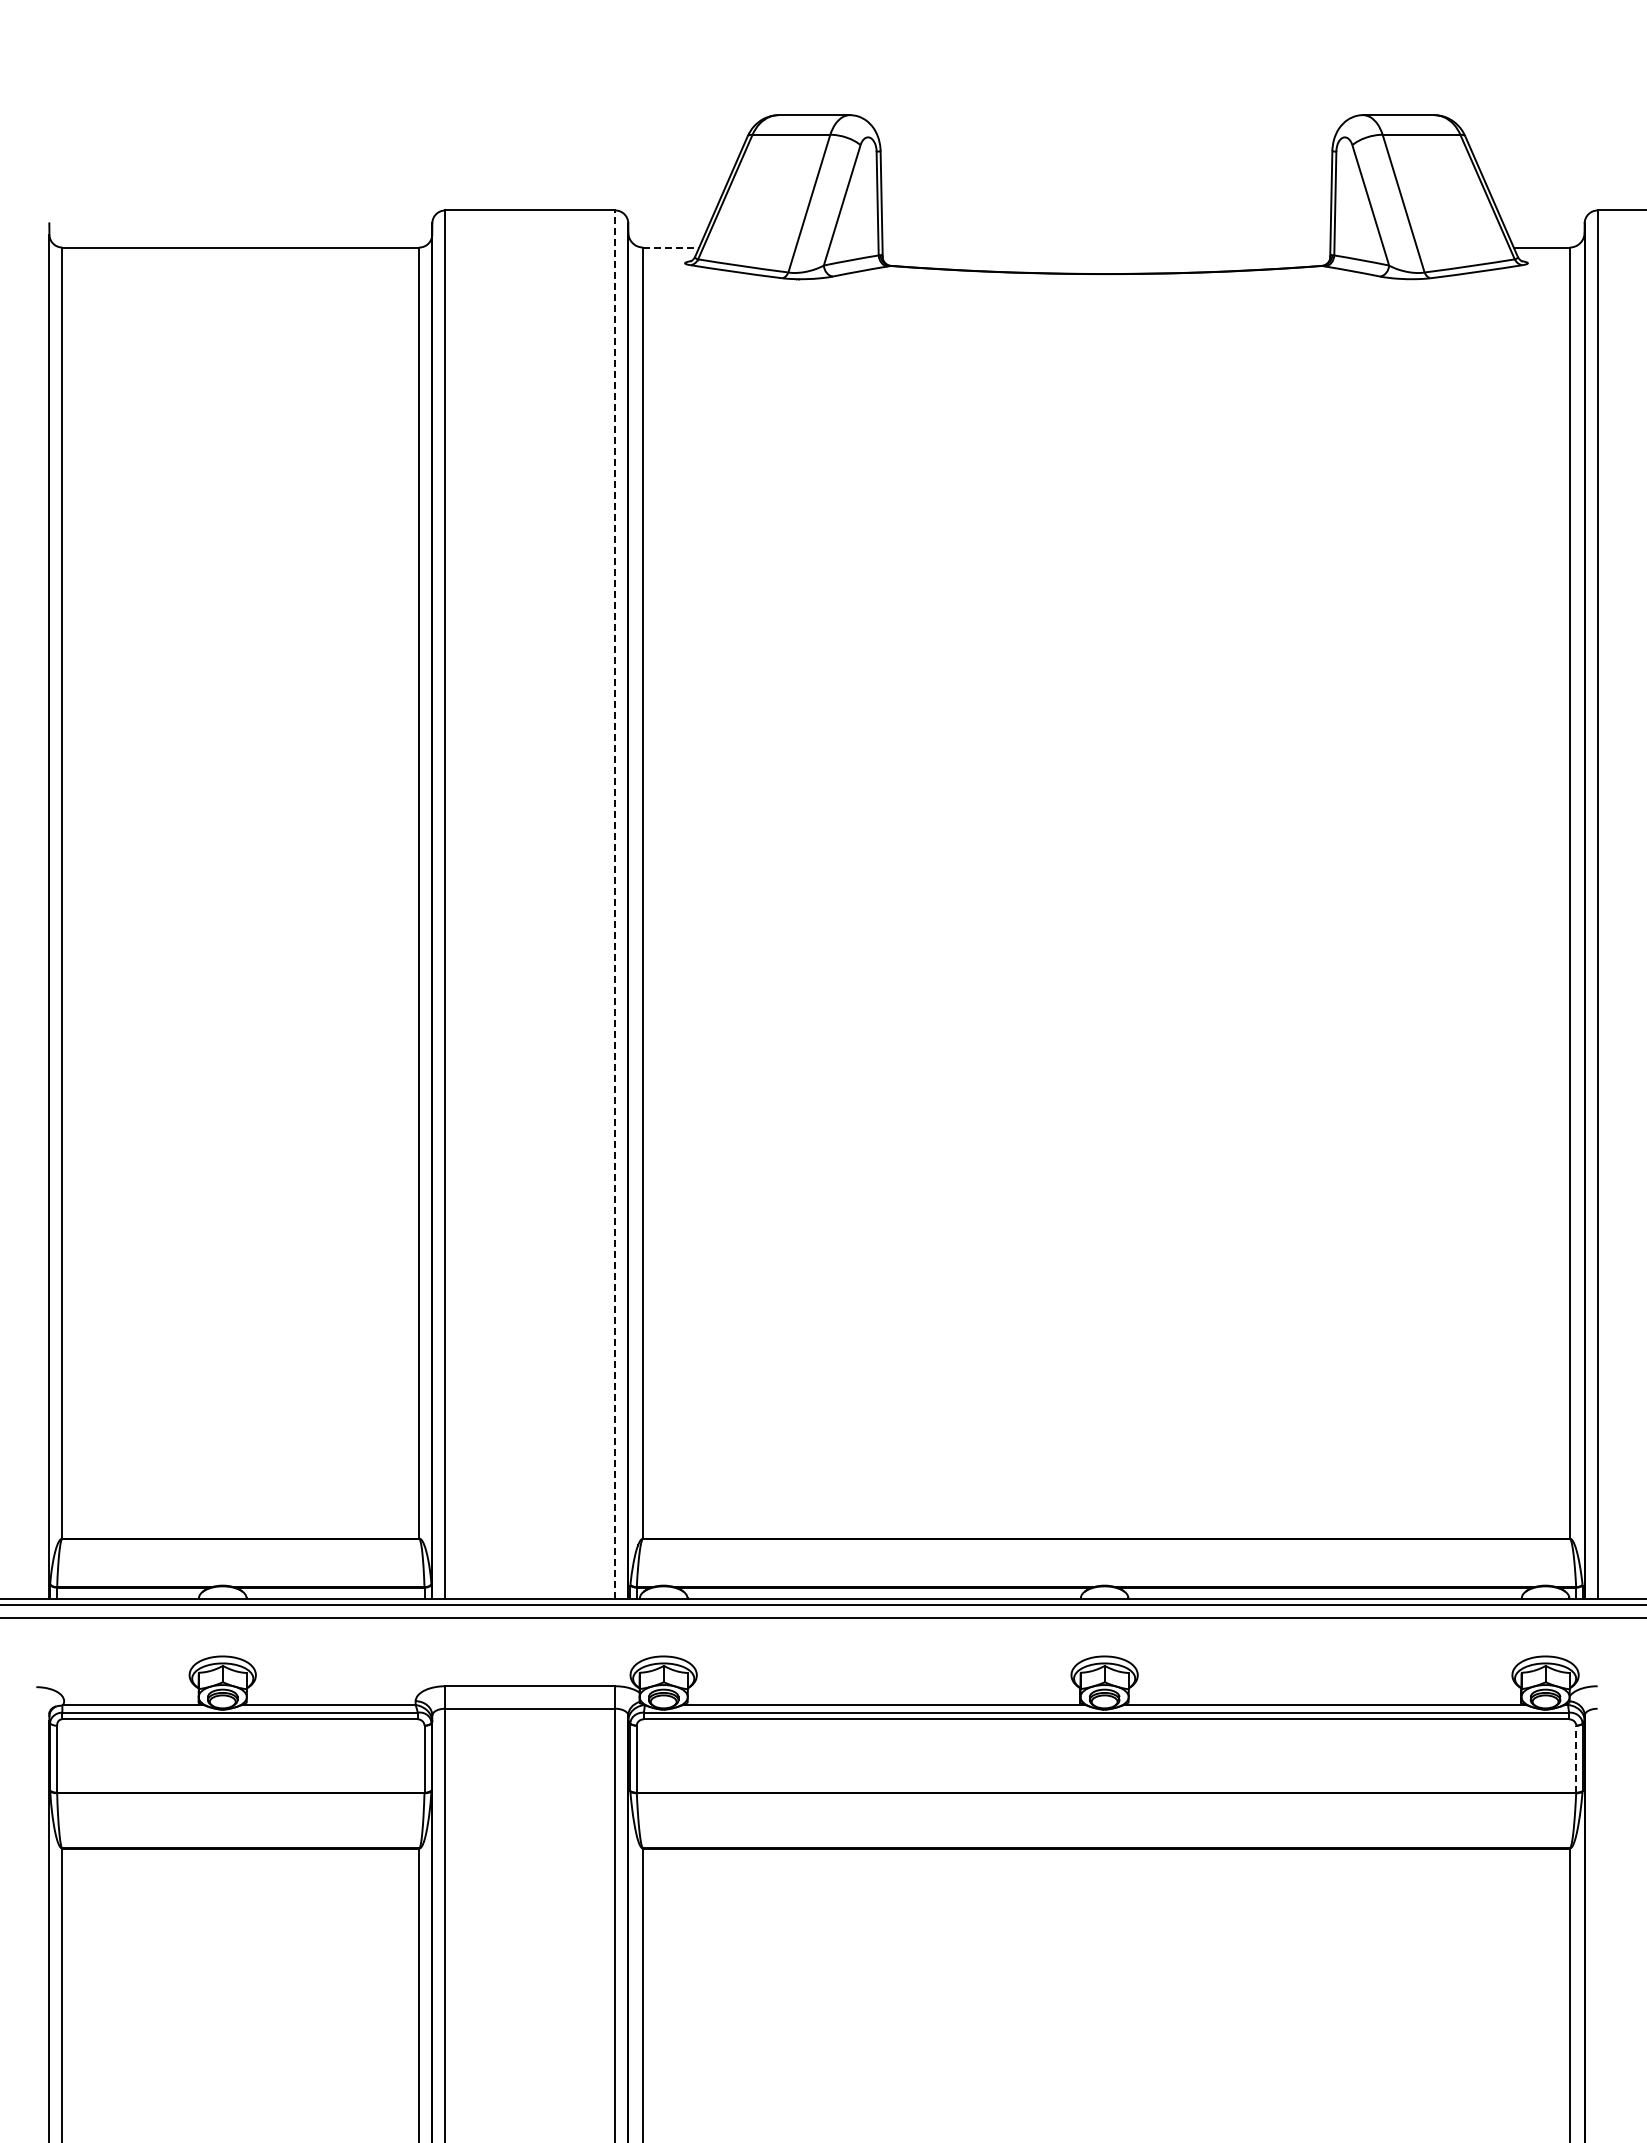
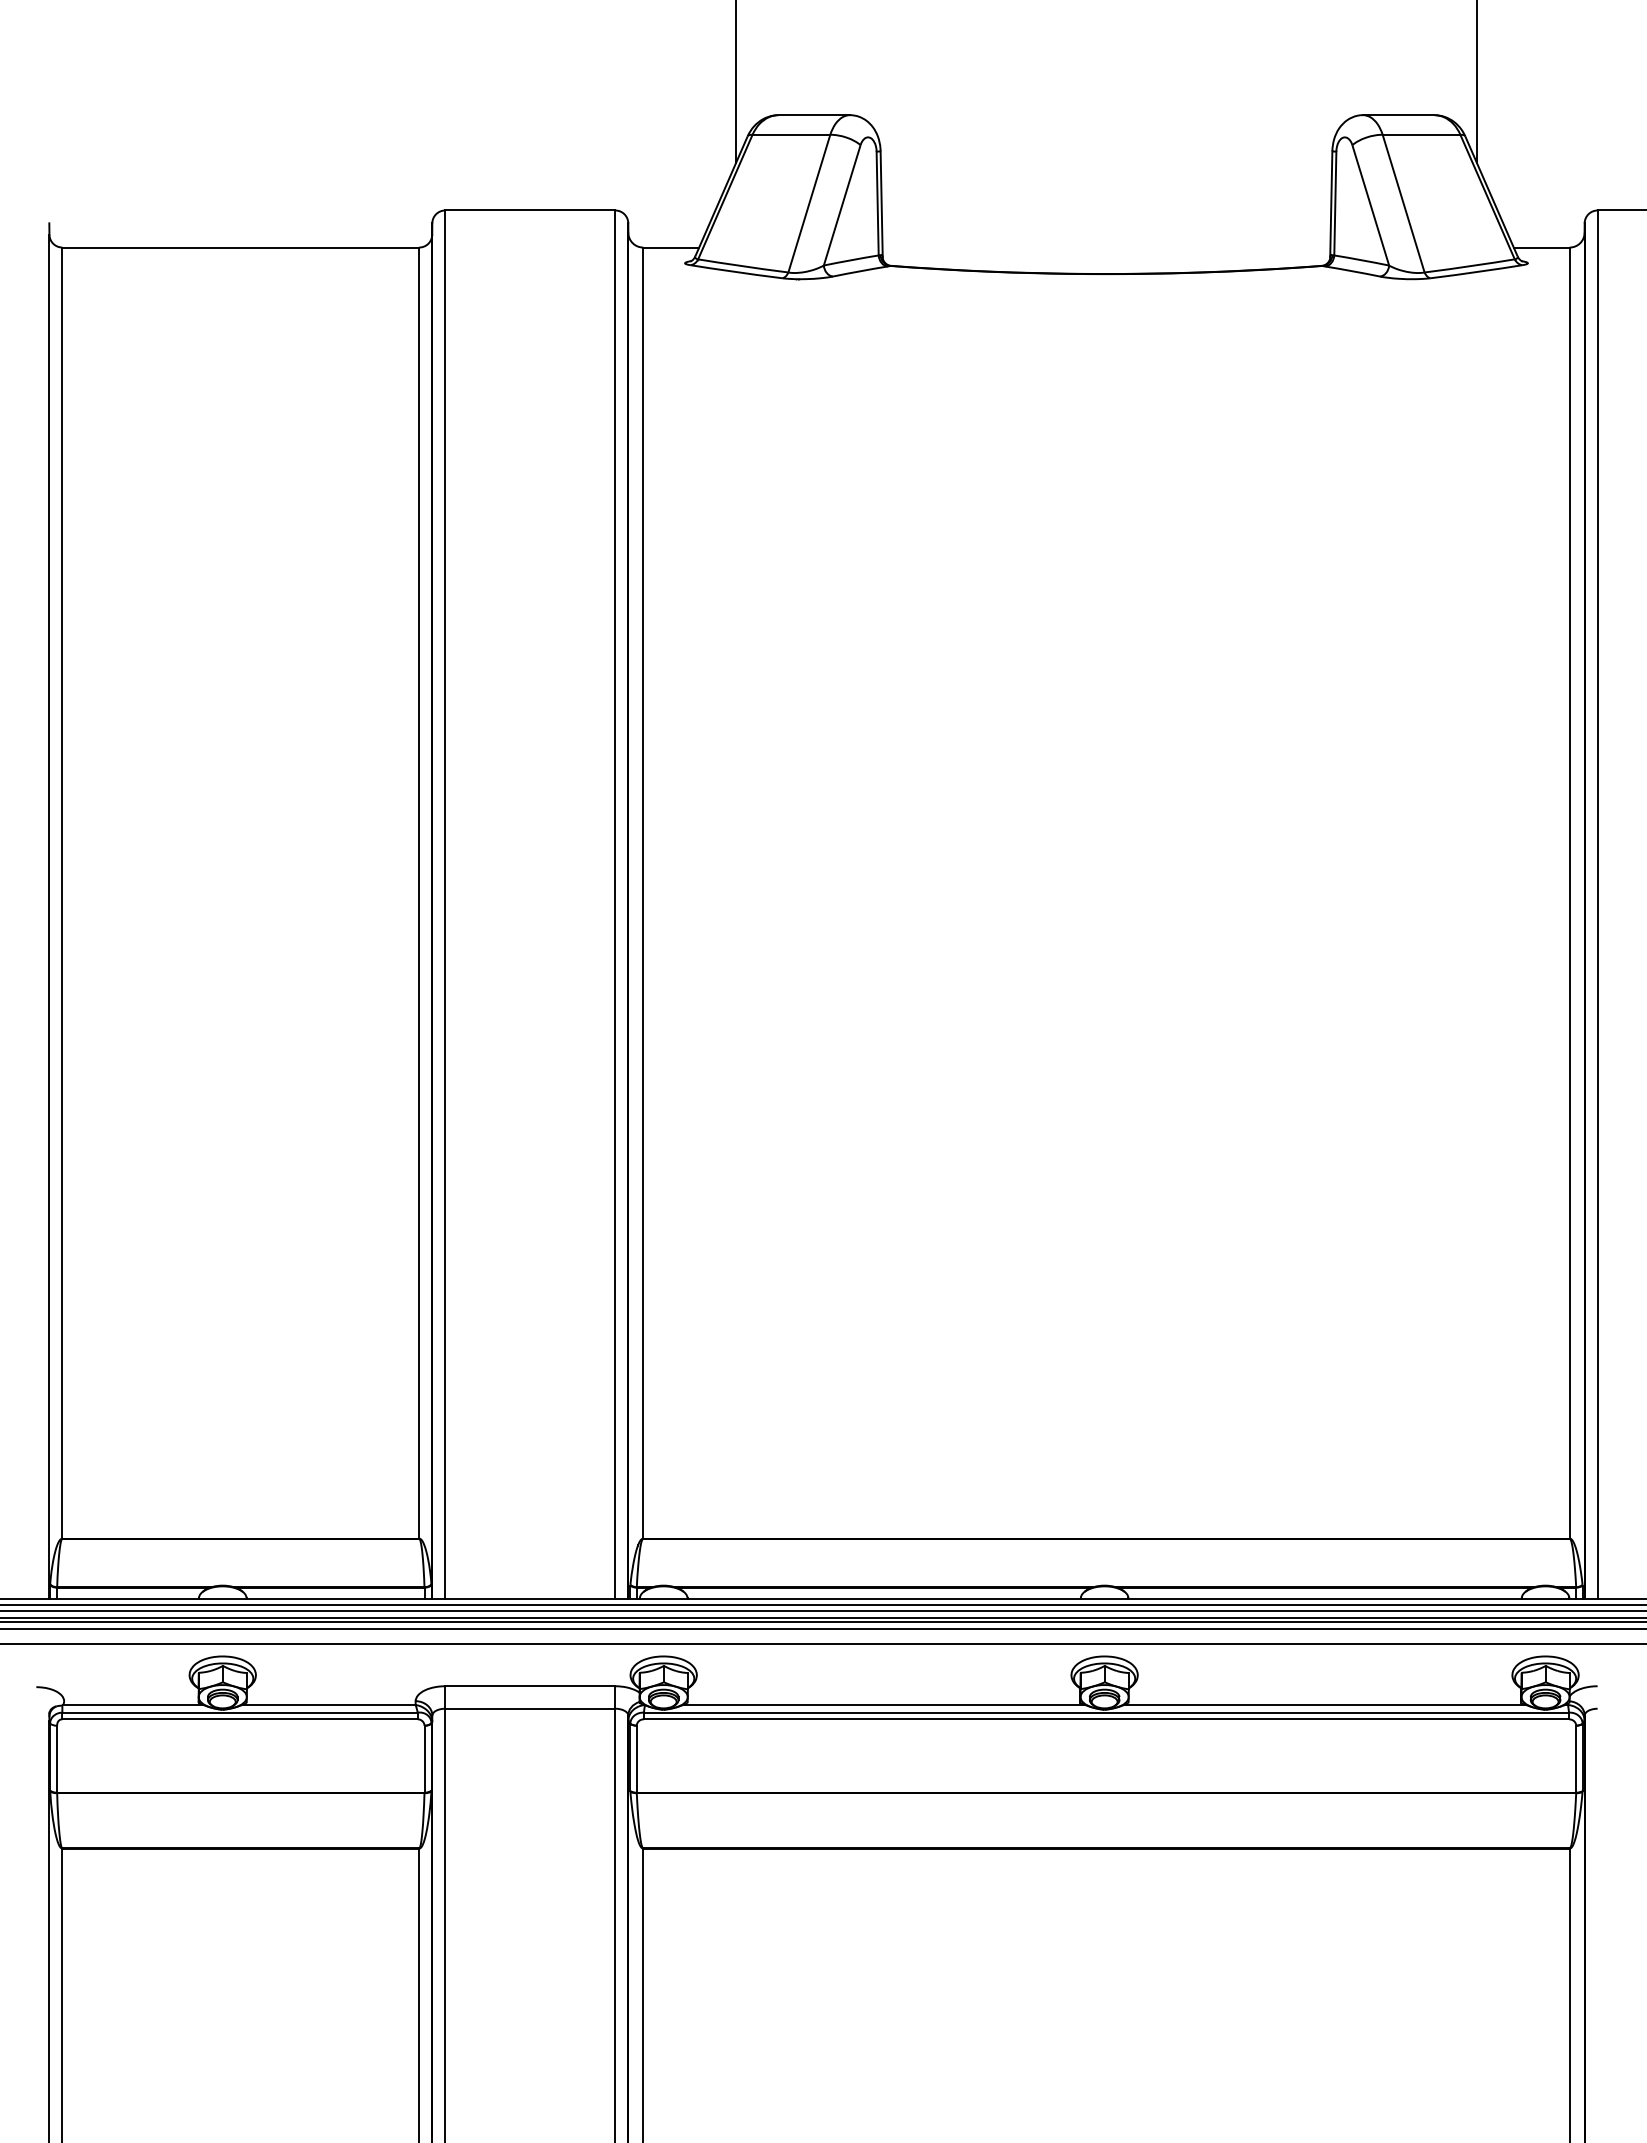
line at (735, 82): none -> present
line at (1477, 82): none -> present
line at (671, 247): dashed -> solid
line at (615, 904): dashed -> solid
line at (822, 1611): none -> present
line at (822, 1622): none -> present
line at (822, 1628): none -> present
line at (822, 1643): none -> present
line at (1576, 1758): dashed -> solid
